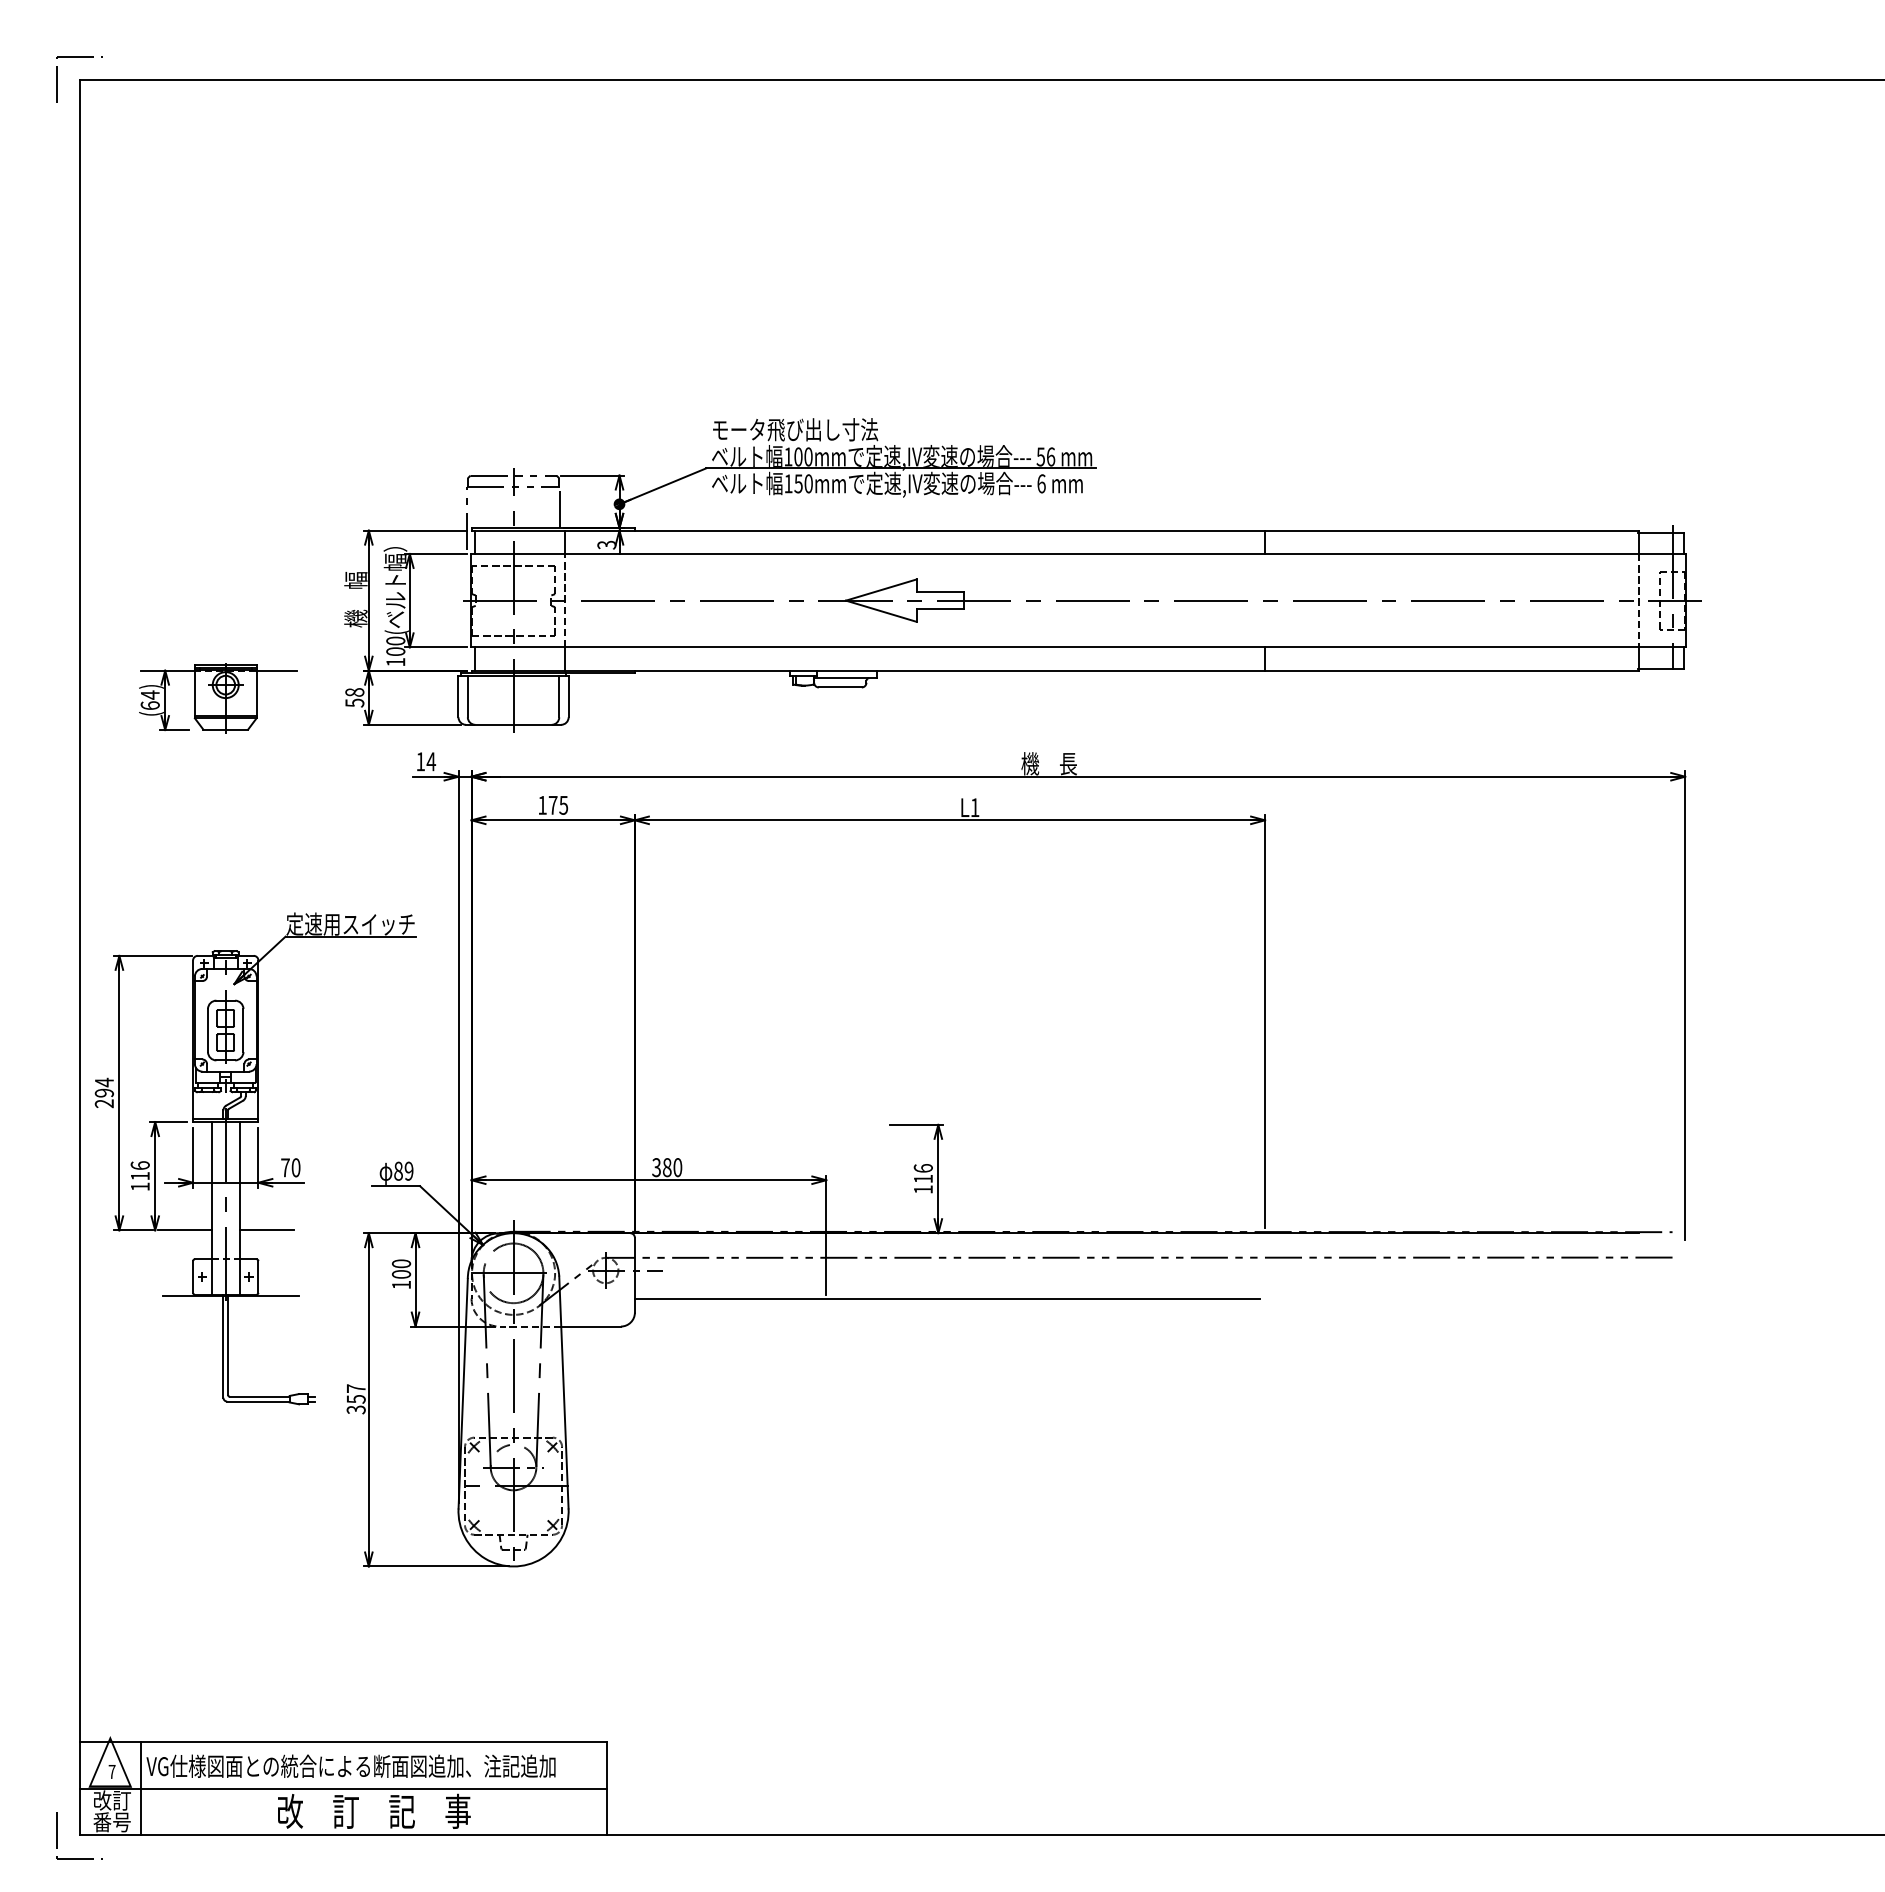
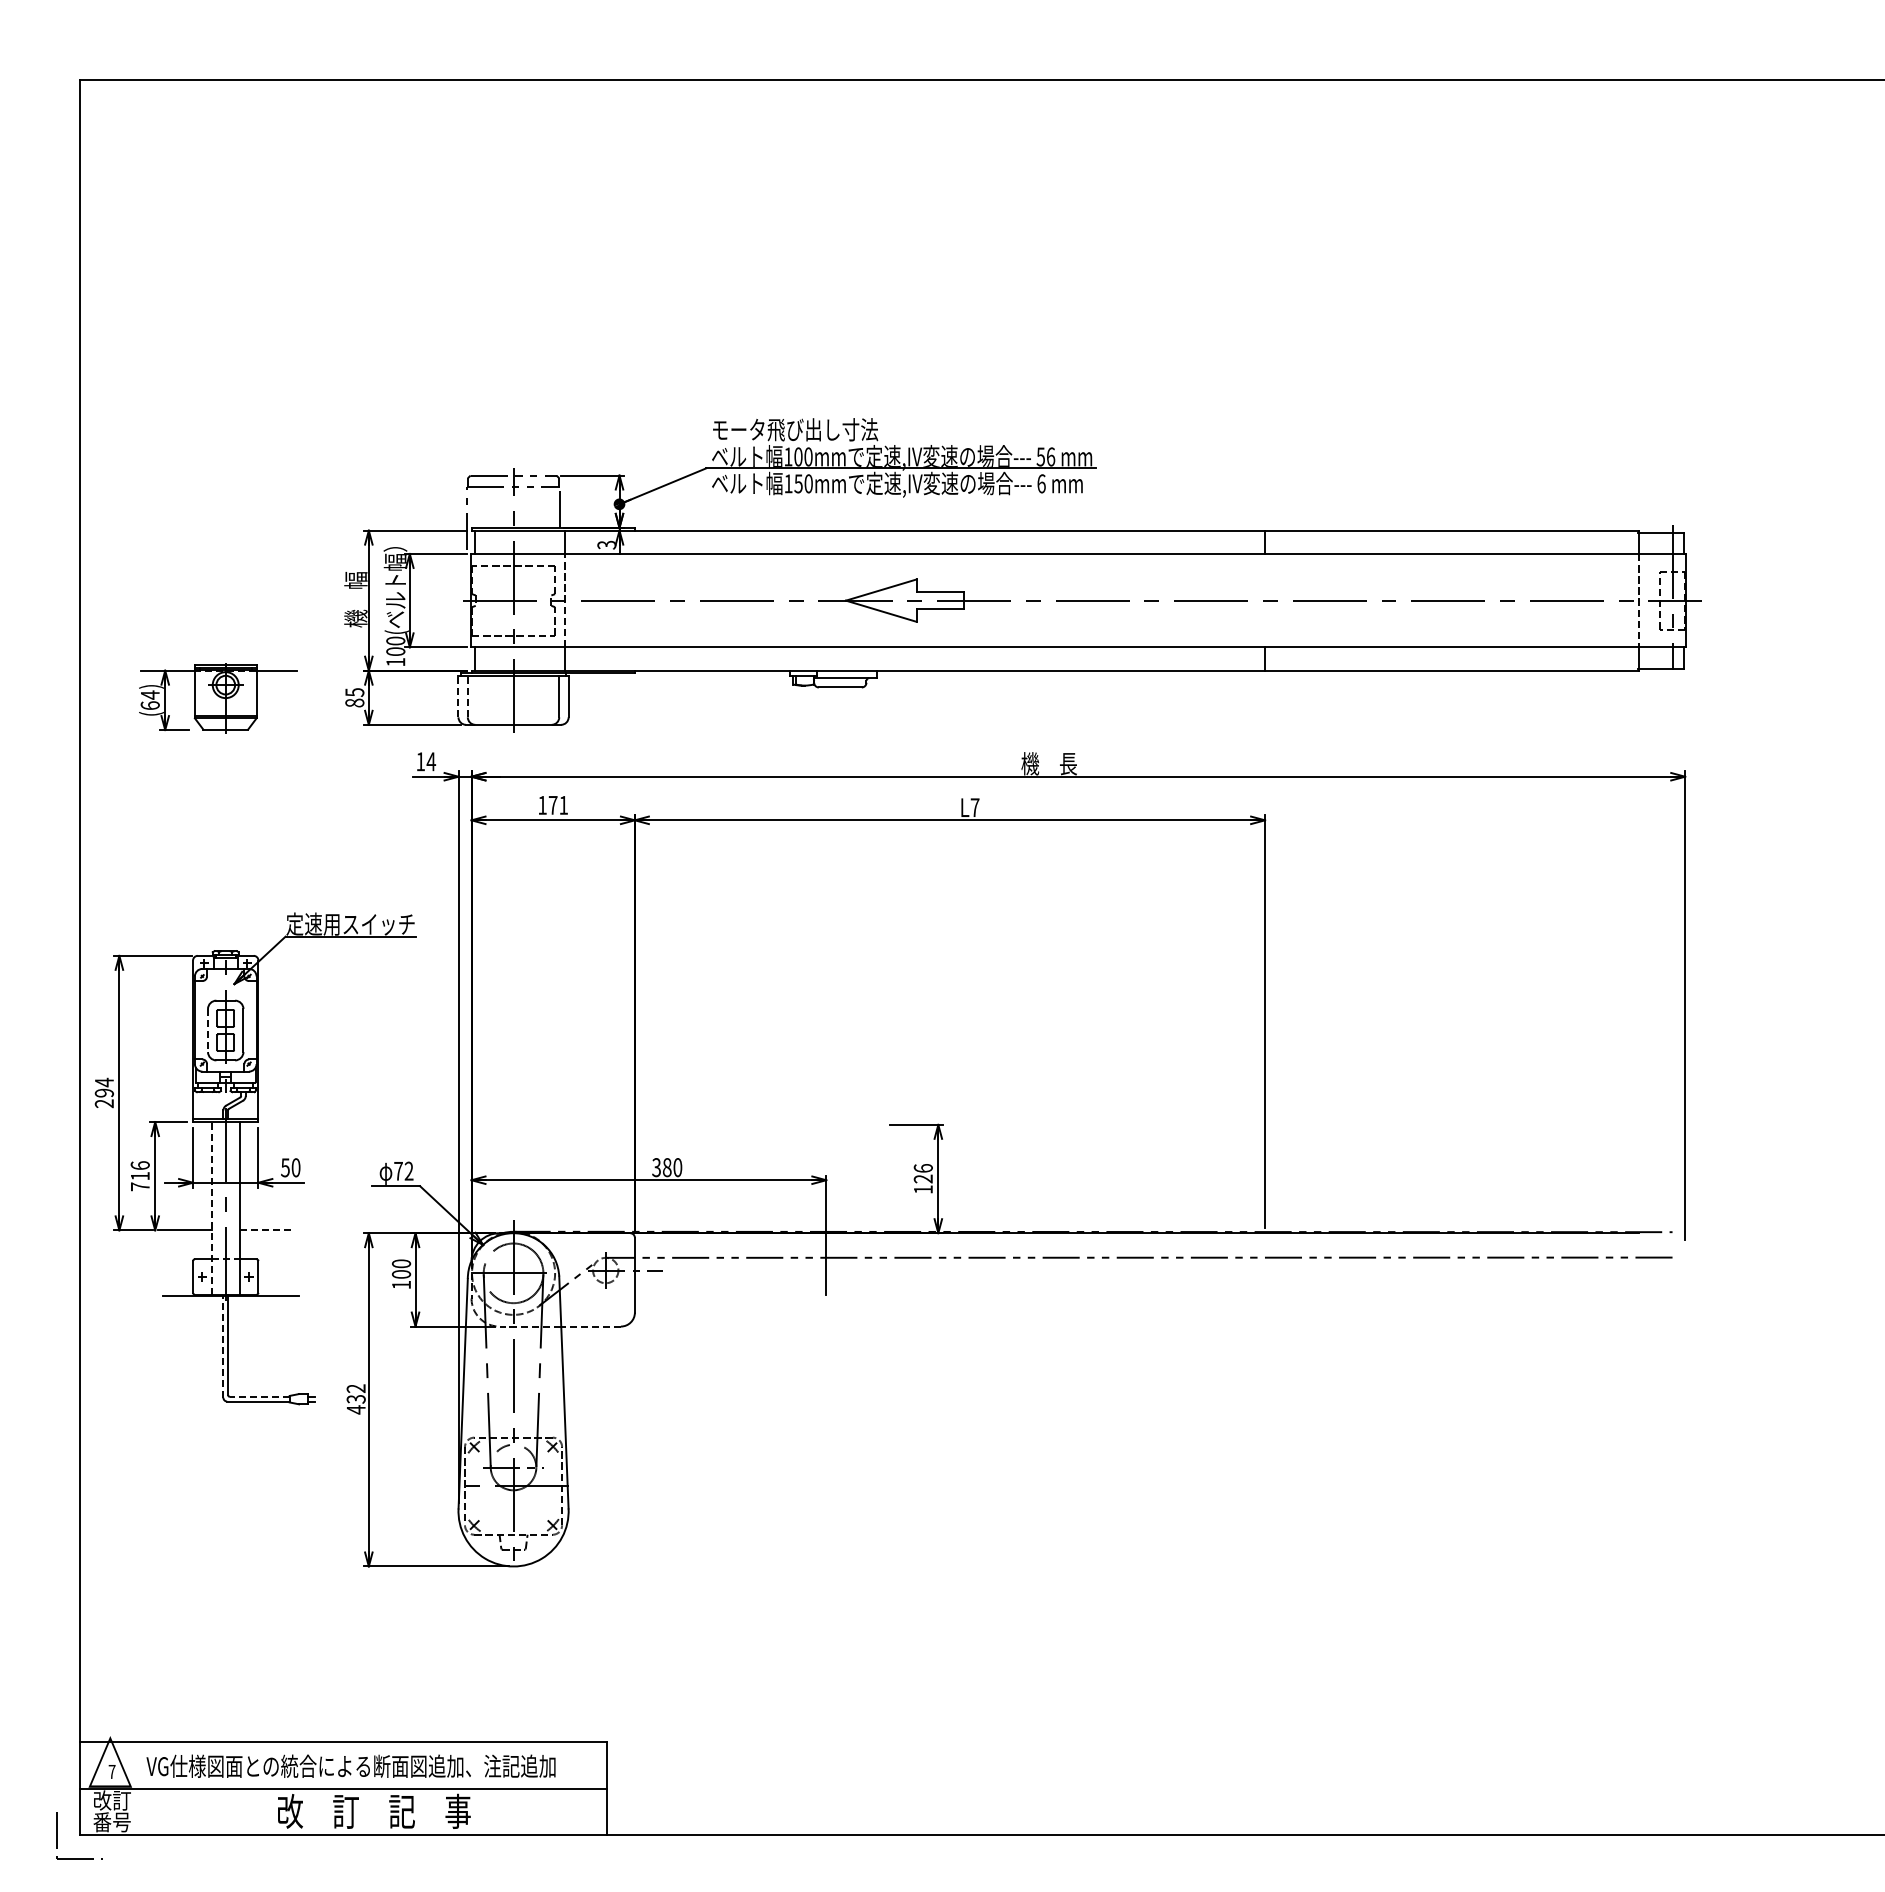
part at (79, 57): present -> none
line at (458, 696): solid -> dashed
line at (467, 696): solid -> dashed
text at (354, 697): 58 -> 85
text at (563, 805): 175 -> 171
text at (974, 807): L1 -> L7
line at (208, 1031): solid -> dashed
text at (285, 1167): 70 -> 50
text at (403, 1170): 89 -> 72
text at (922, 1178): 116 -> 126
text at (140, 1186): 116 -> 716
line at (211, 1207): solid -> dashed
line at (267, 1230): solid -> dashed
line at (947, 1298): present -> none
line at (591, 1326): solid -> dashed
line at (223, 1346): solid -> dashed
line at (259, 1396): solid -> dashed
text at (355, 1399): 357 -> 432
line at (140, 1788): present -> none
